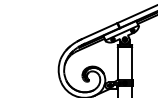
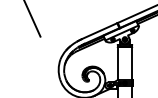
line at (32, 19): none -> present
